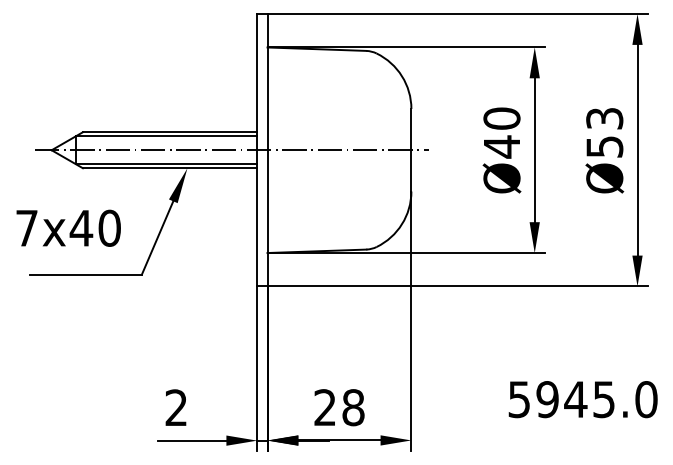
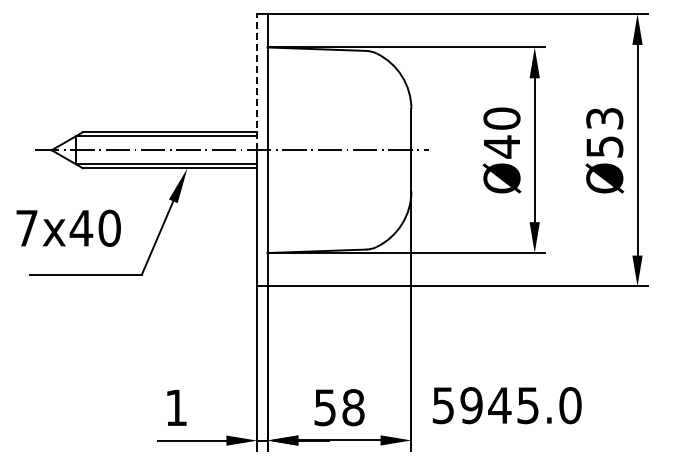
line at (257, 81): solid -> dashed
text at (582, 399) position: (582, 399) -> (506, 405)
text at (175, 407): 2 -> 1
text at (324, 407): 28 -> 58
